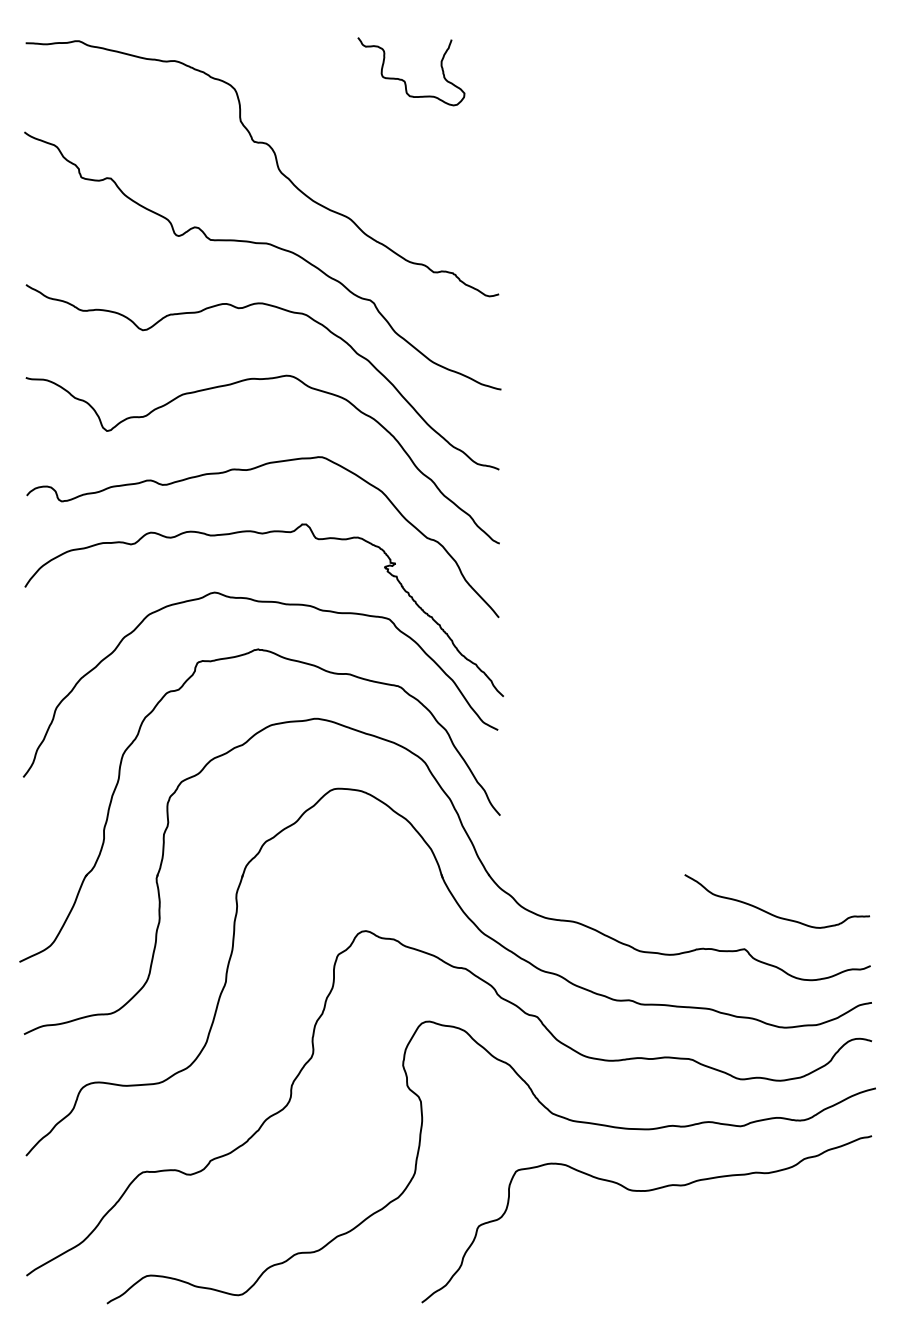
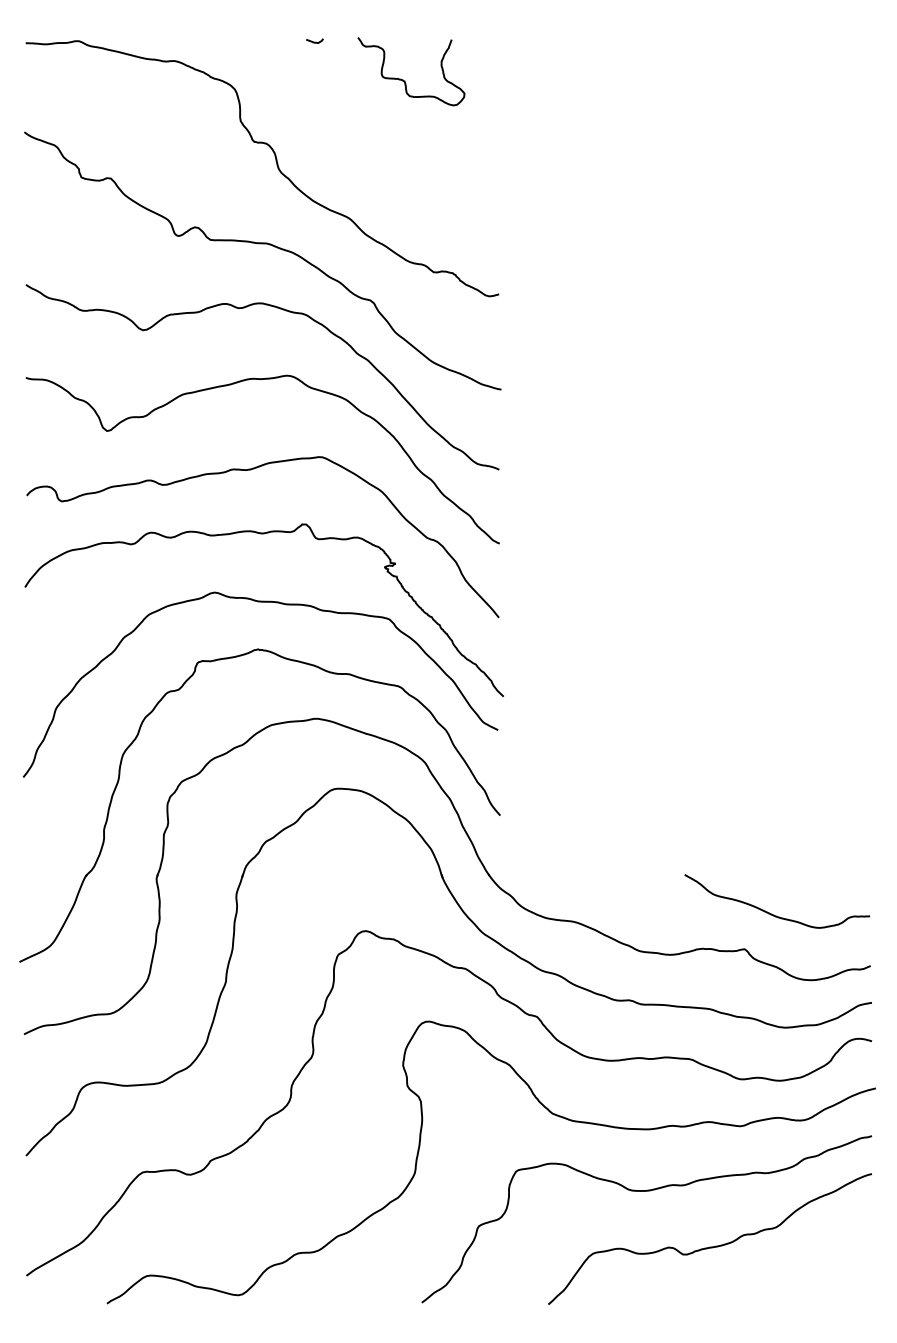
curve at (314, 41): none -> present
curve at (710, 1246): none -> present
